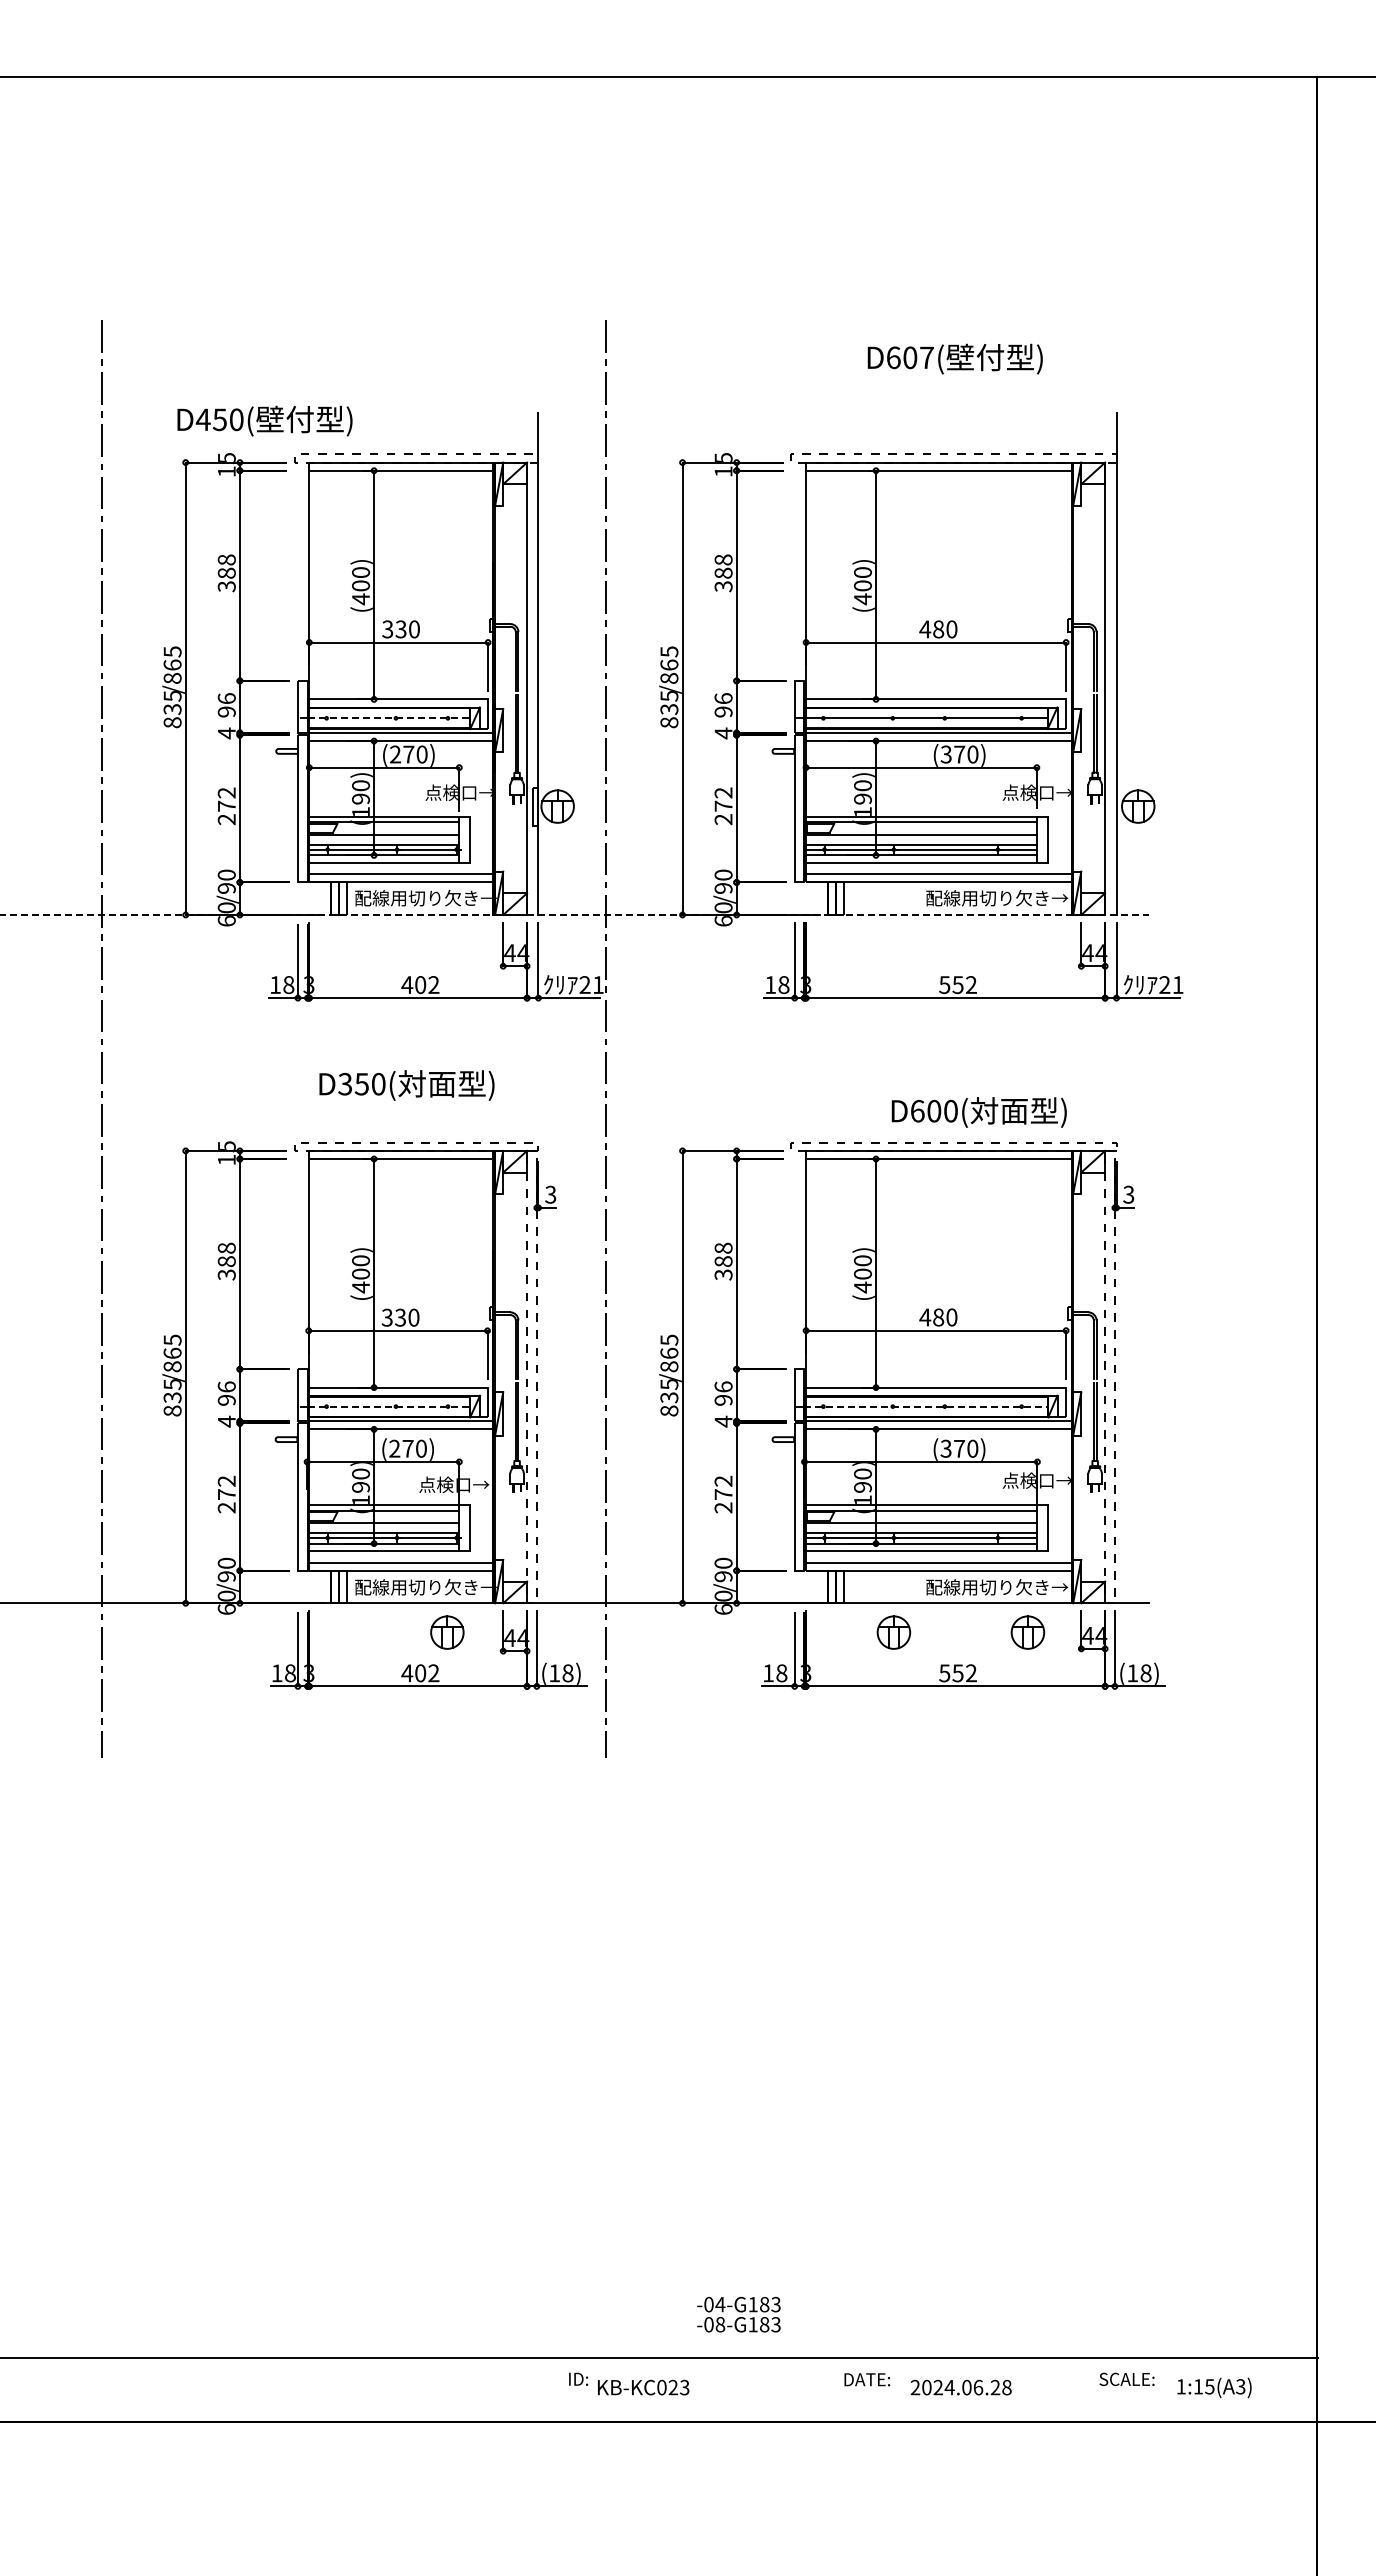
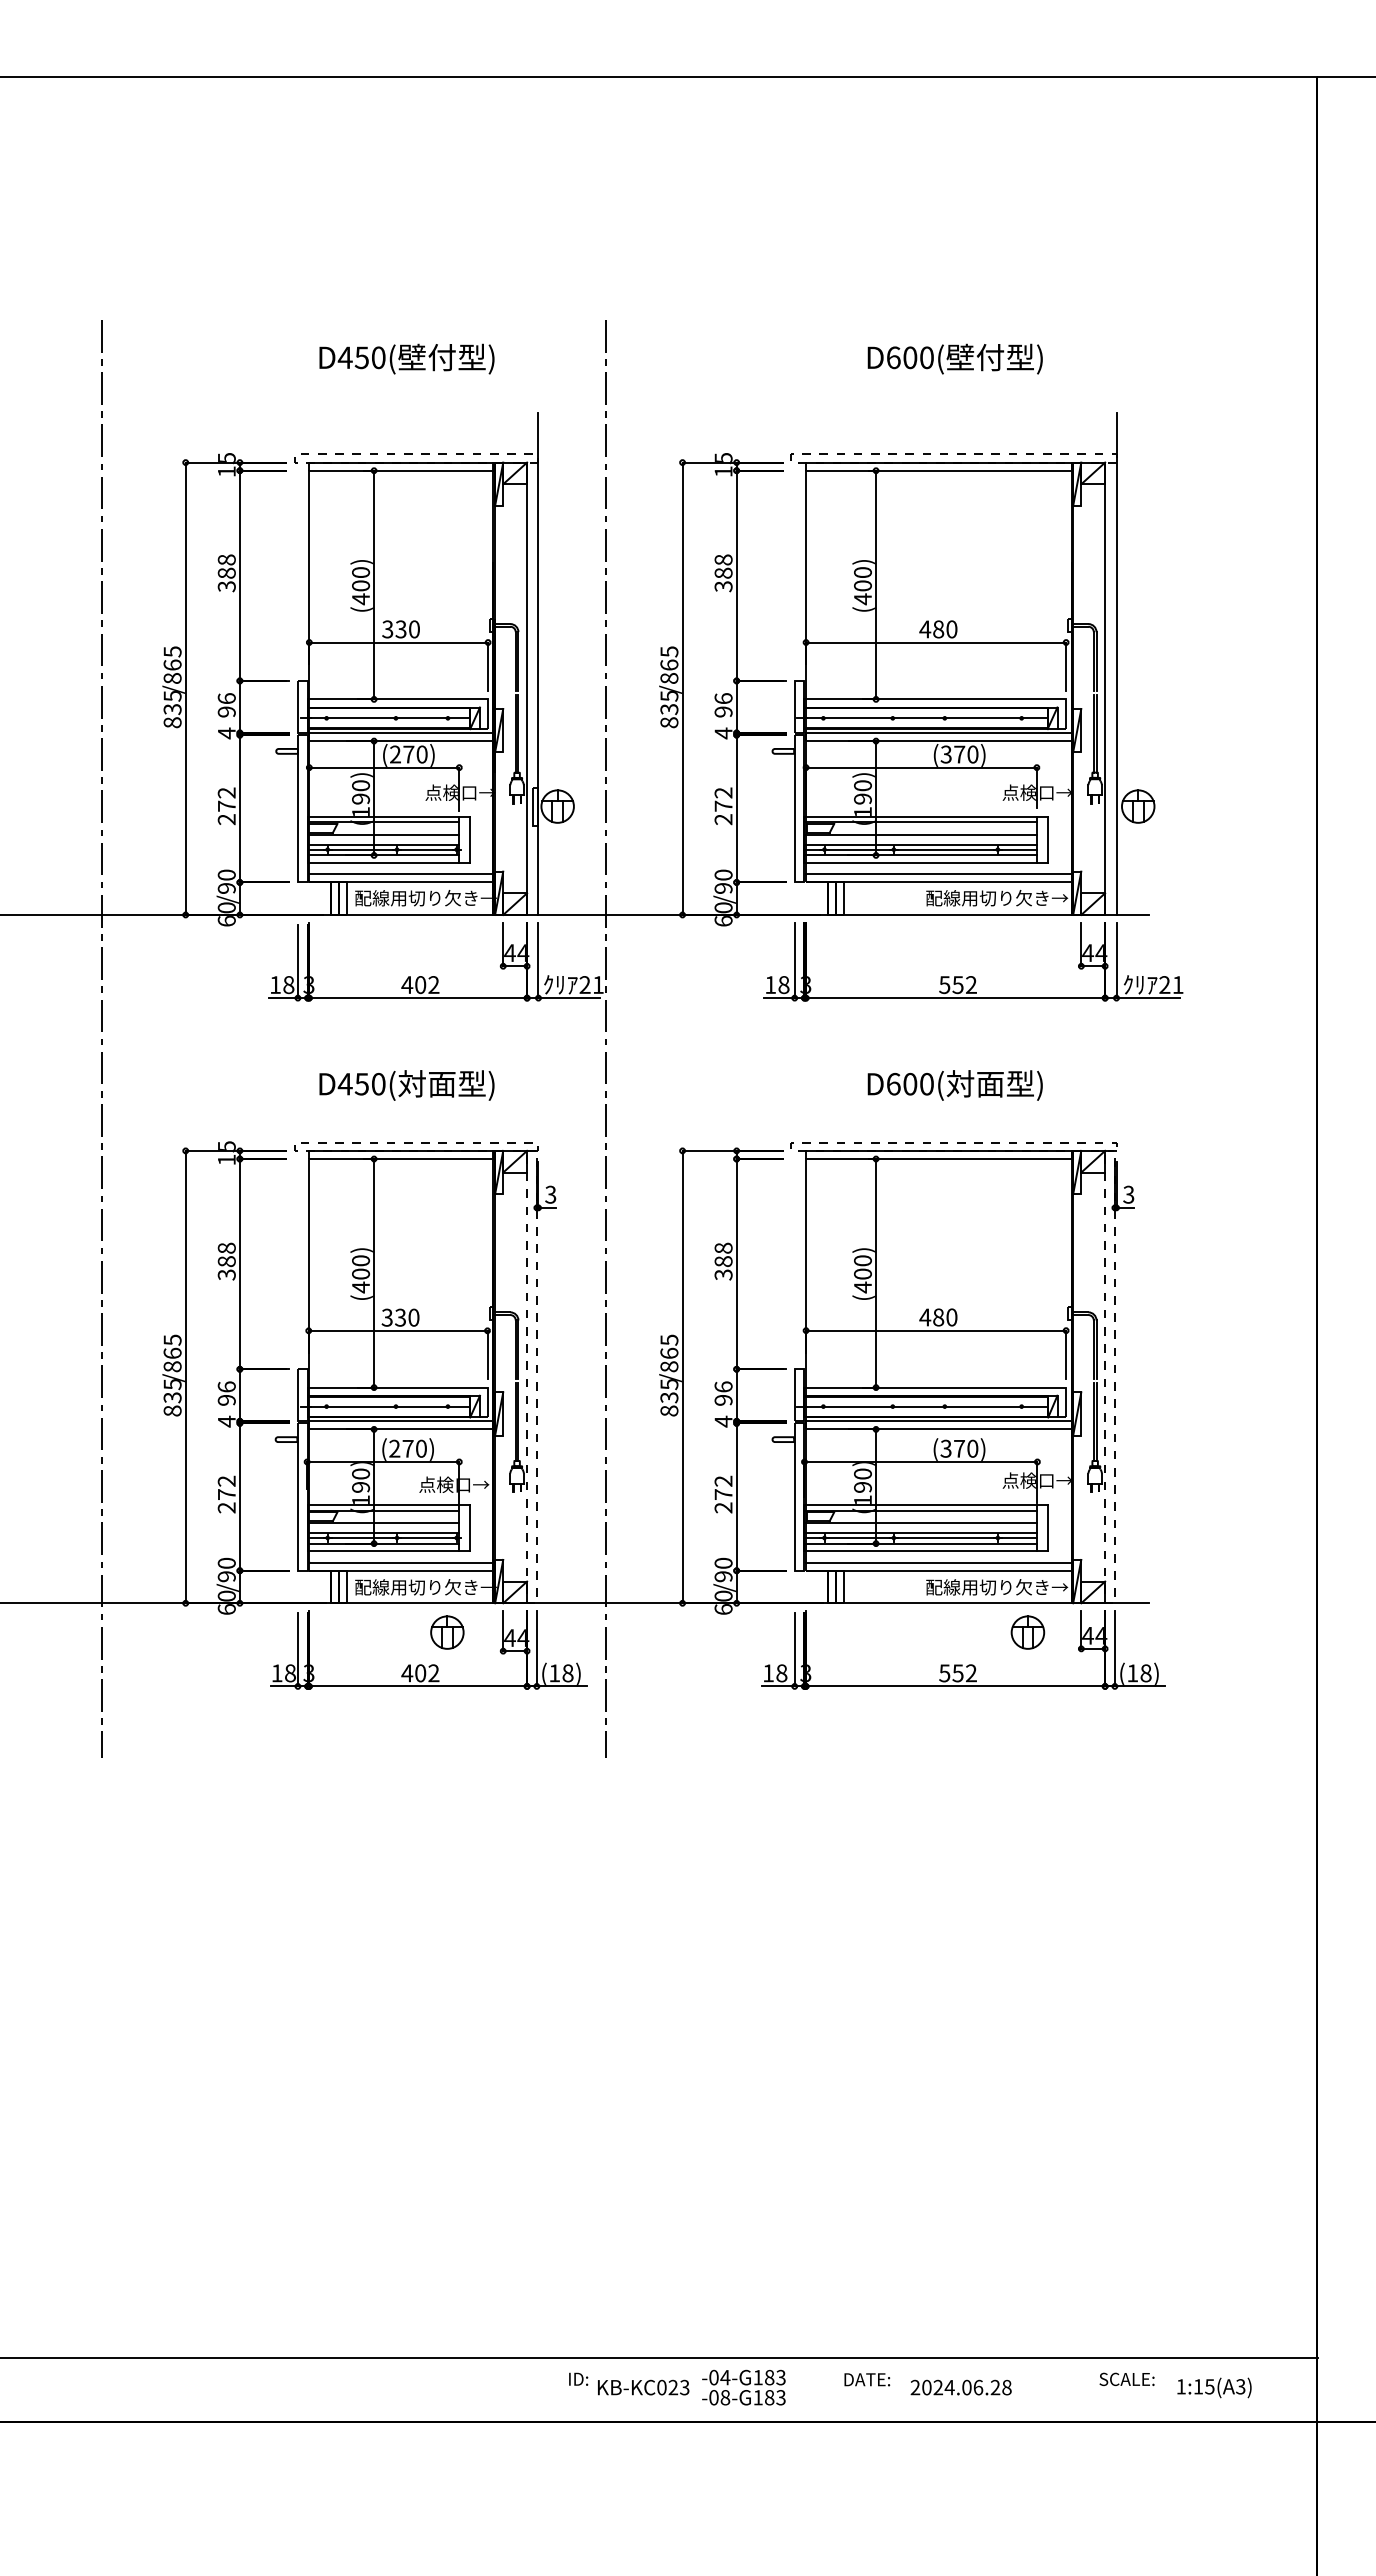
text at (926, 357): D607( -> D600(
text at (264, 420) position: (264, 420) -> (406, 358)
line at (389, 718): dashed -> solid
line at (575, 914): dashed -> solid
text at (344, 1083): D350( -> D450(
text at (978, 1112) position: (978, 1112) -> (954, 1085)
line at (389, 1406): dashed -> solid
line at (926, 1406): dashed -> solid
part at (893, 1632): present -> none
text at (738, 2314) position: (738, 2314) -> (743, 2387)
